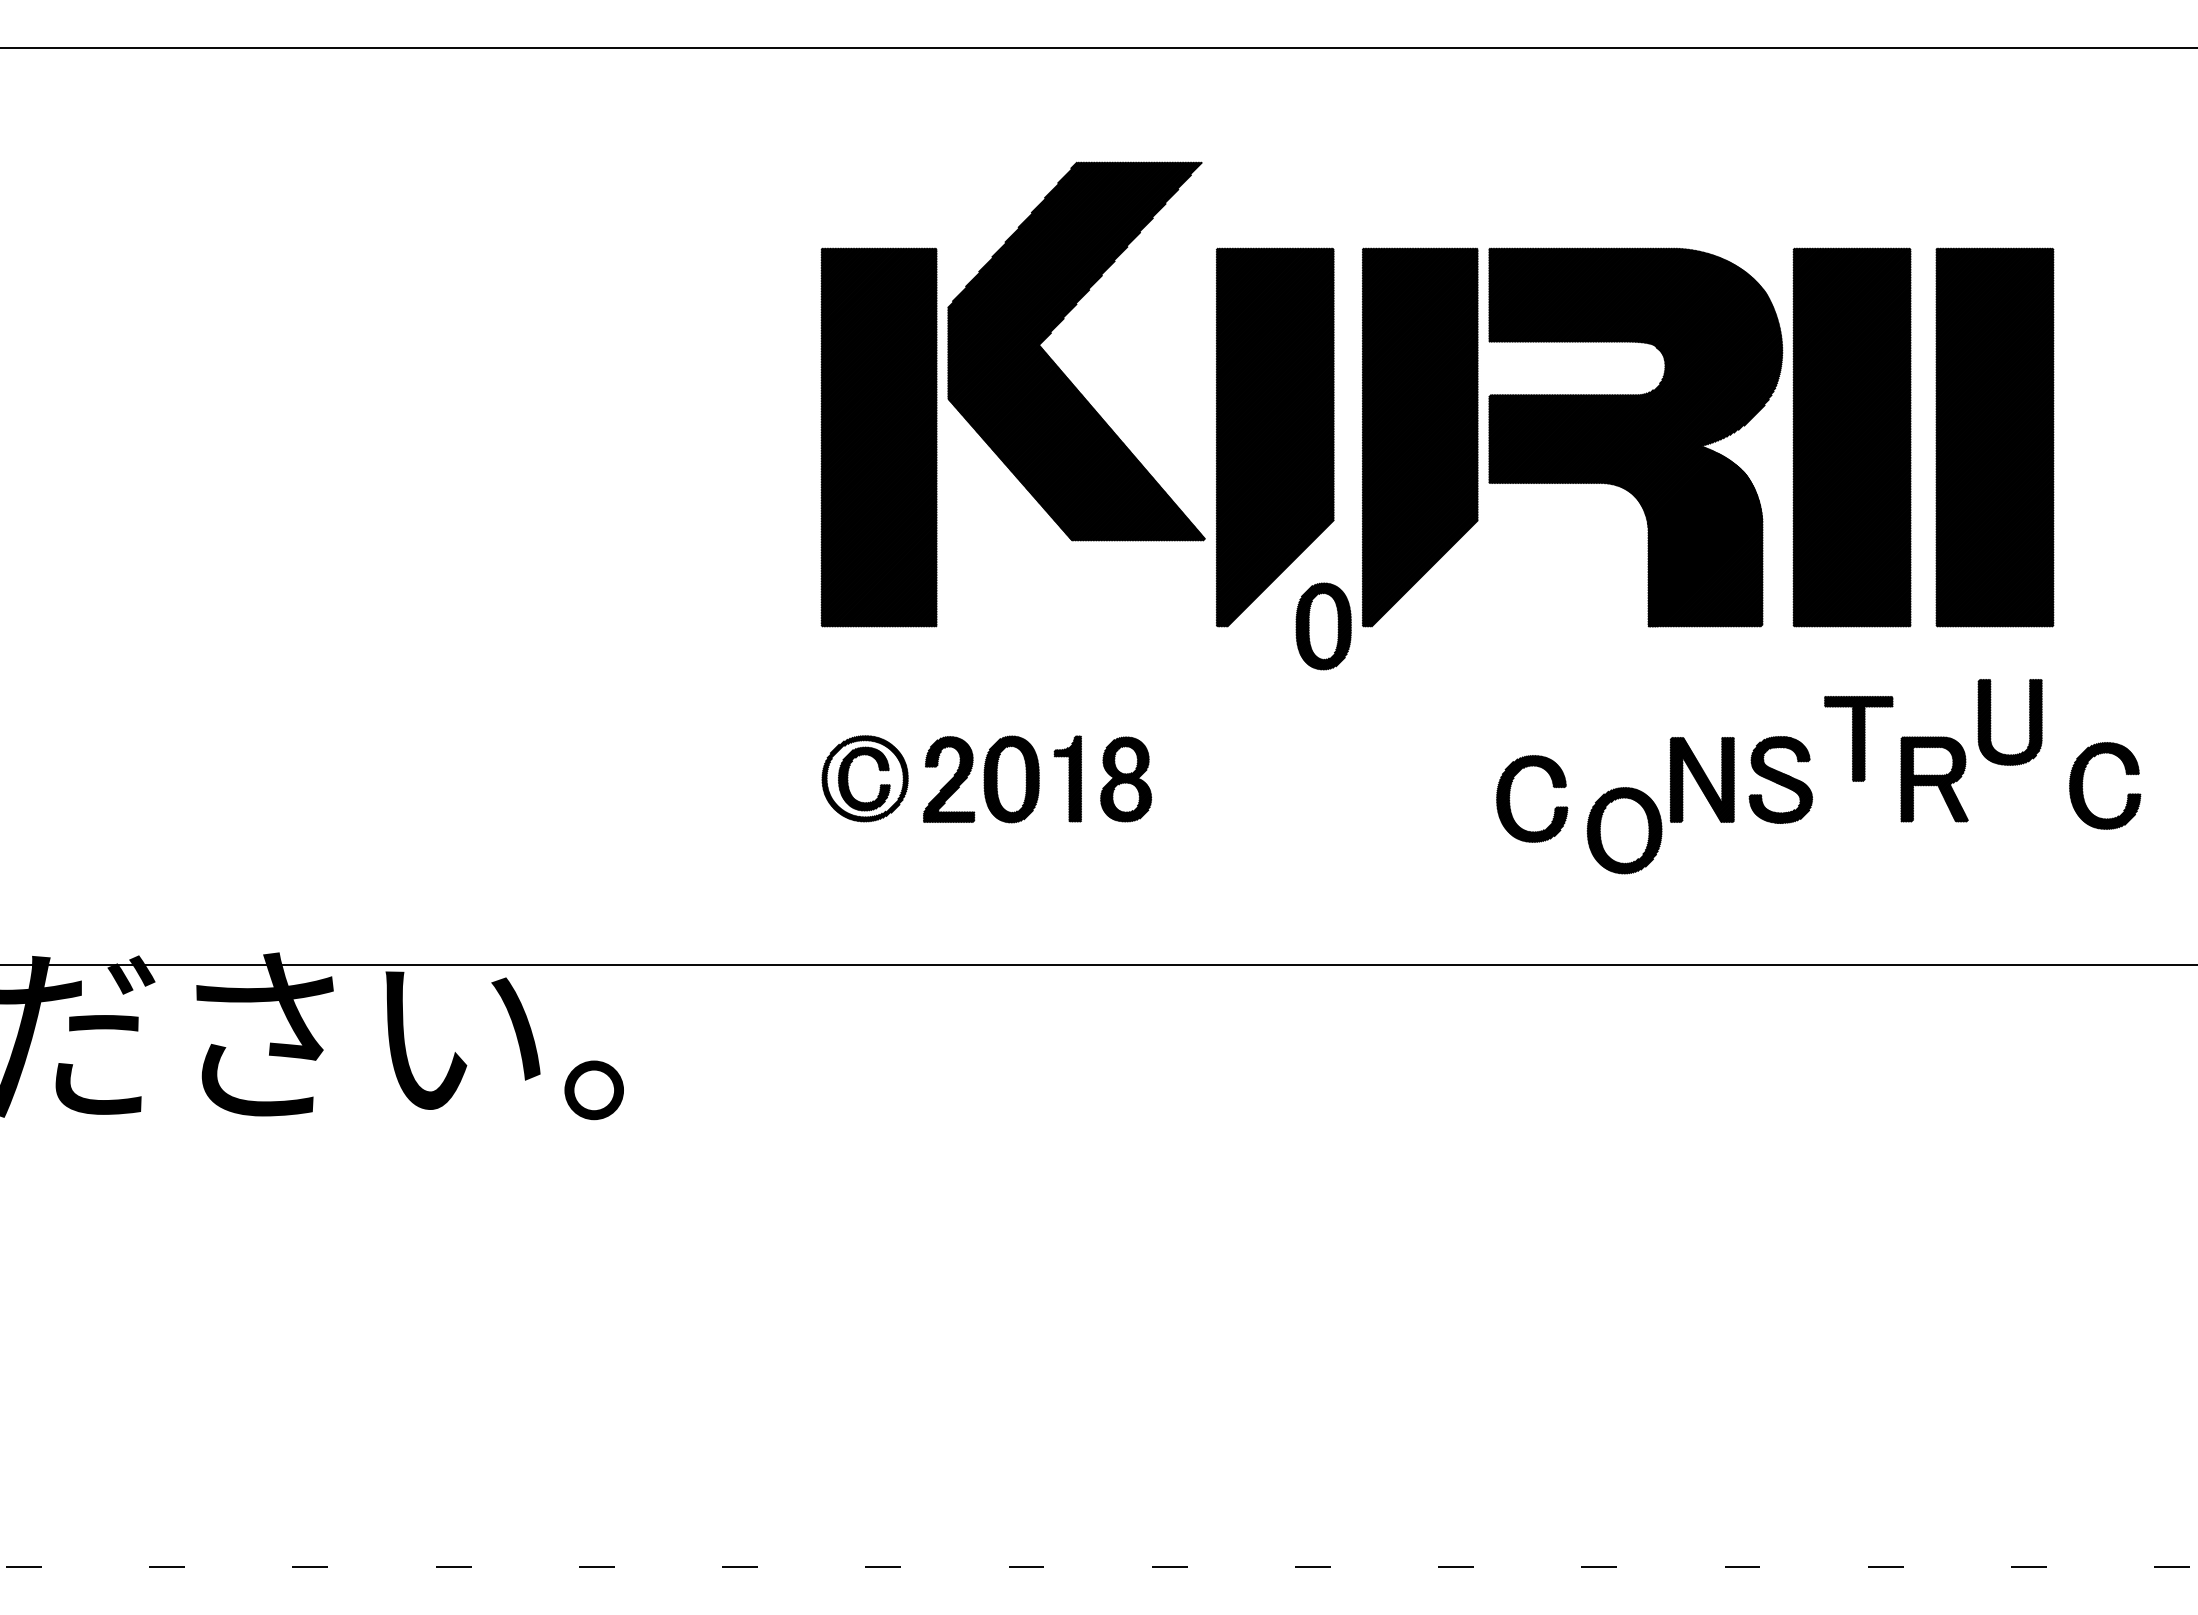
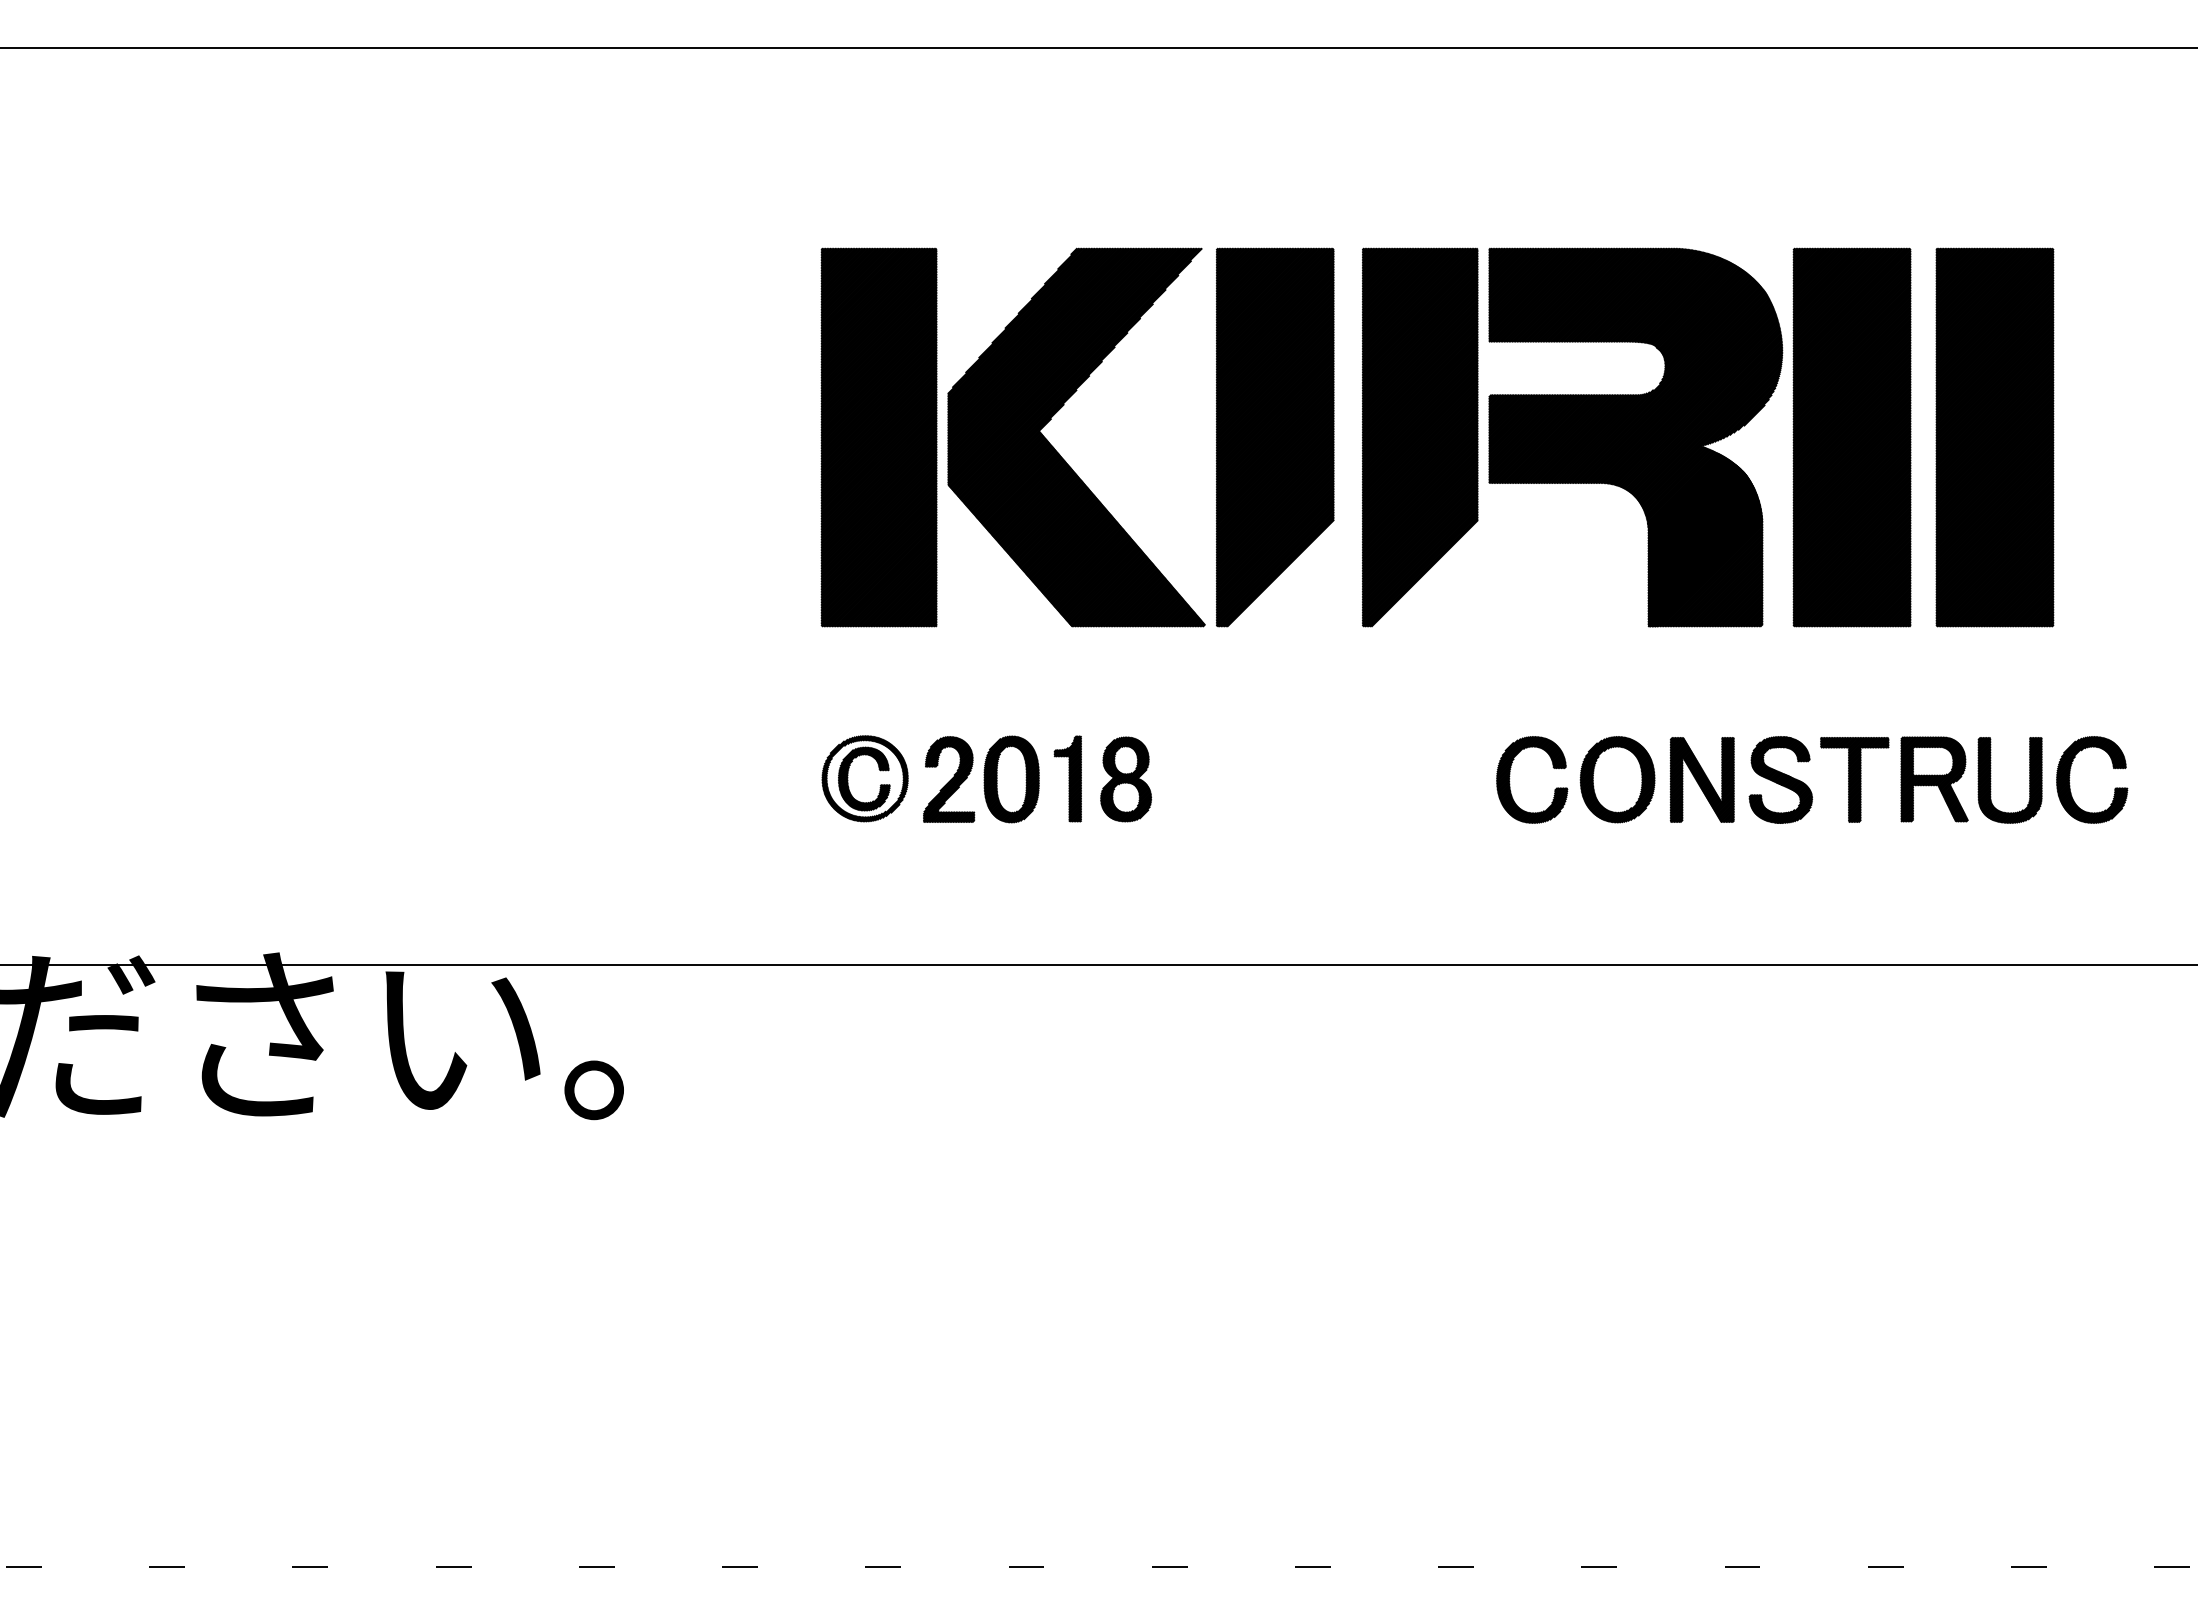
part at (1059, 367) position: (1059, 367) -> (1059, 453)
part at (1323, 626): present -> none
part at (1991, 722) position: (1991, 722) -> (1991, 780)
part at (1858, 738) position: (1858, 738) -> (1854, 779)
part at (2083, 783) position: (2083, 783) -> (2070, 777)
part at (1510, 797) position: (1510, 797) -> (1510, 778)
part at (1624, 830) position: (1624, 830) -> (1617, 779)
